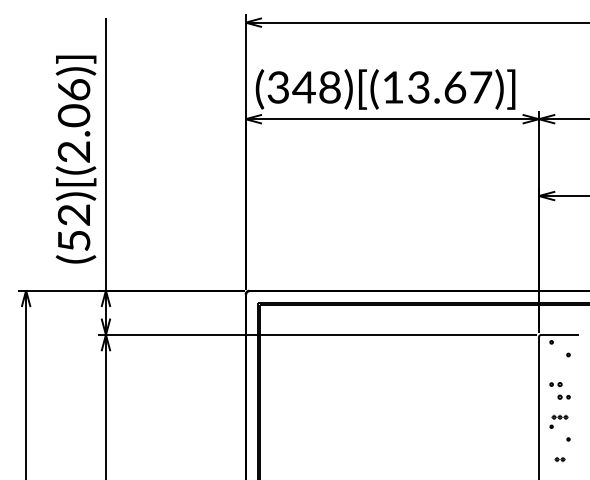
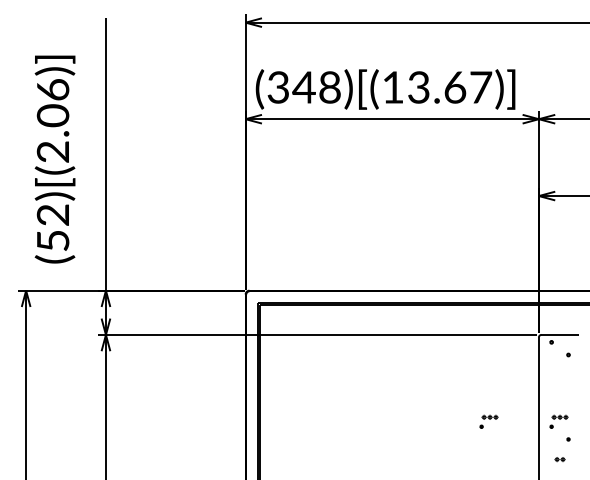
text at (75, 159) position: (75, 159) -> (54, 159)
part at (559, 390): present -> none
part at (488, 421): none -> present
